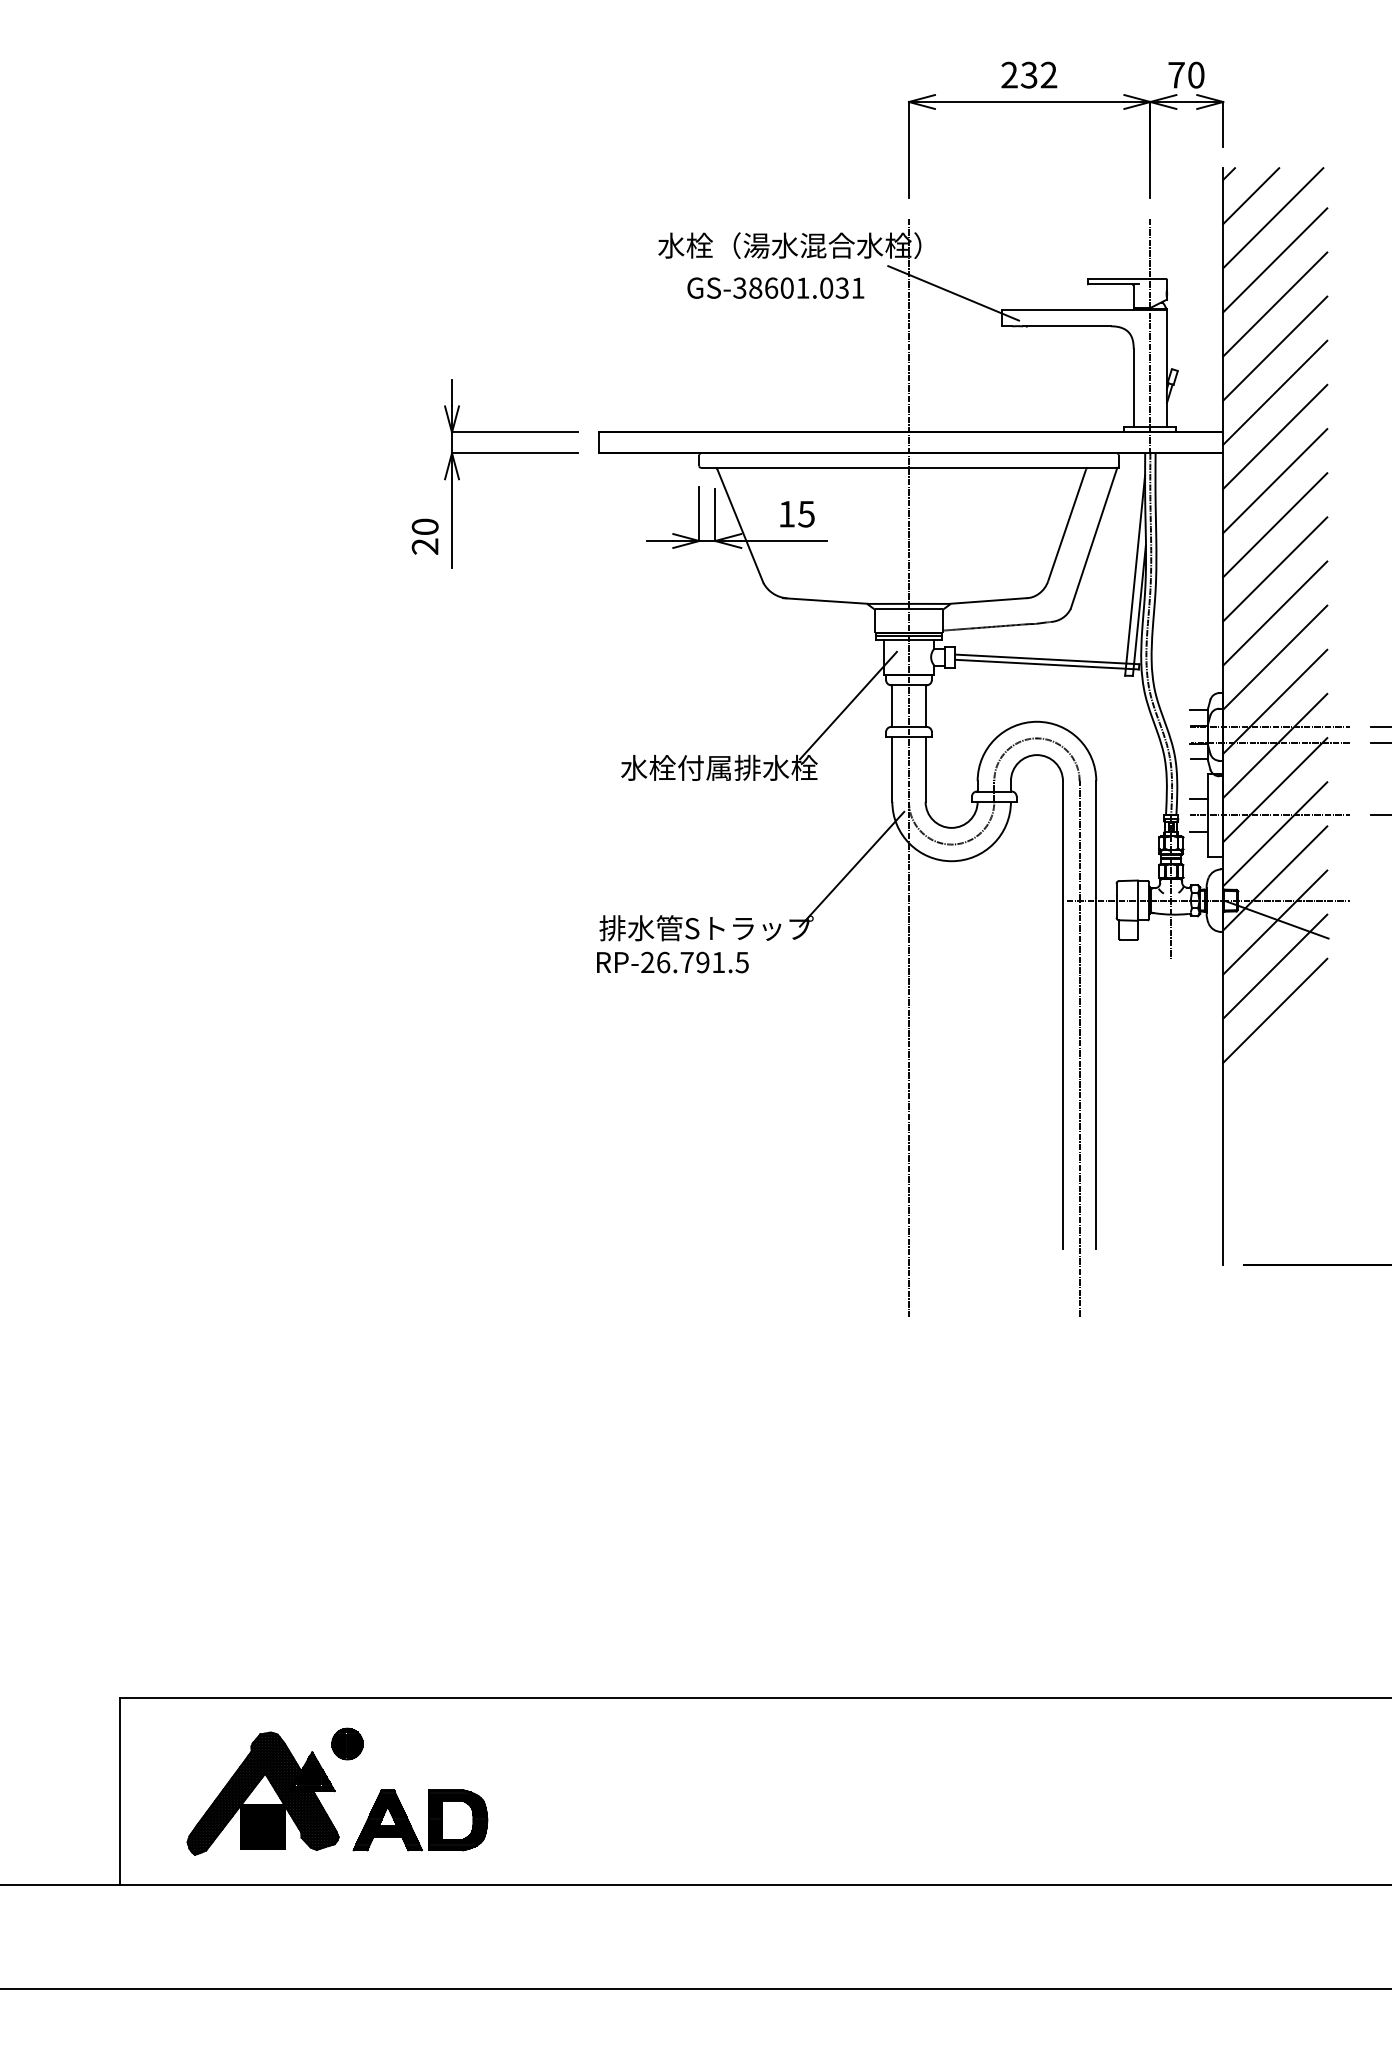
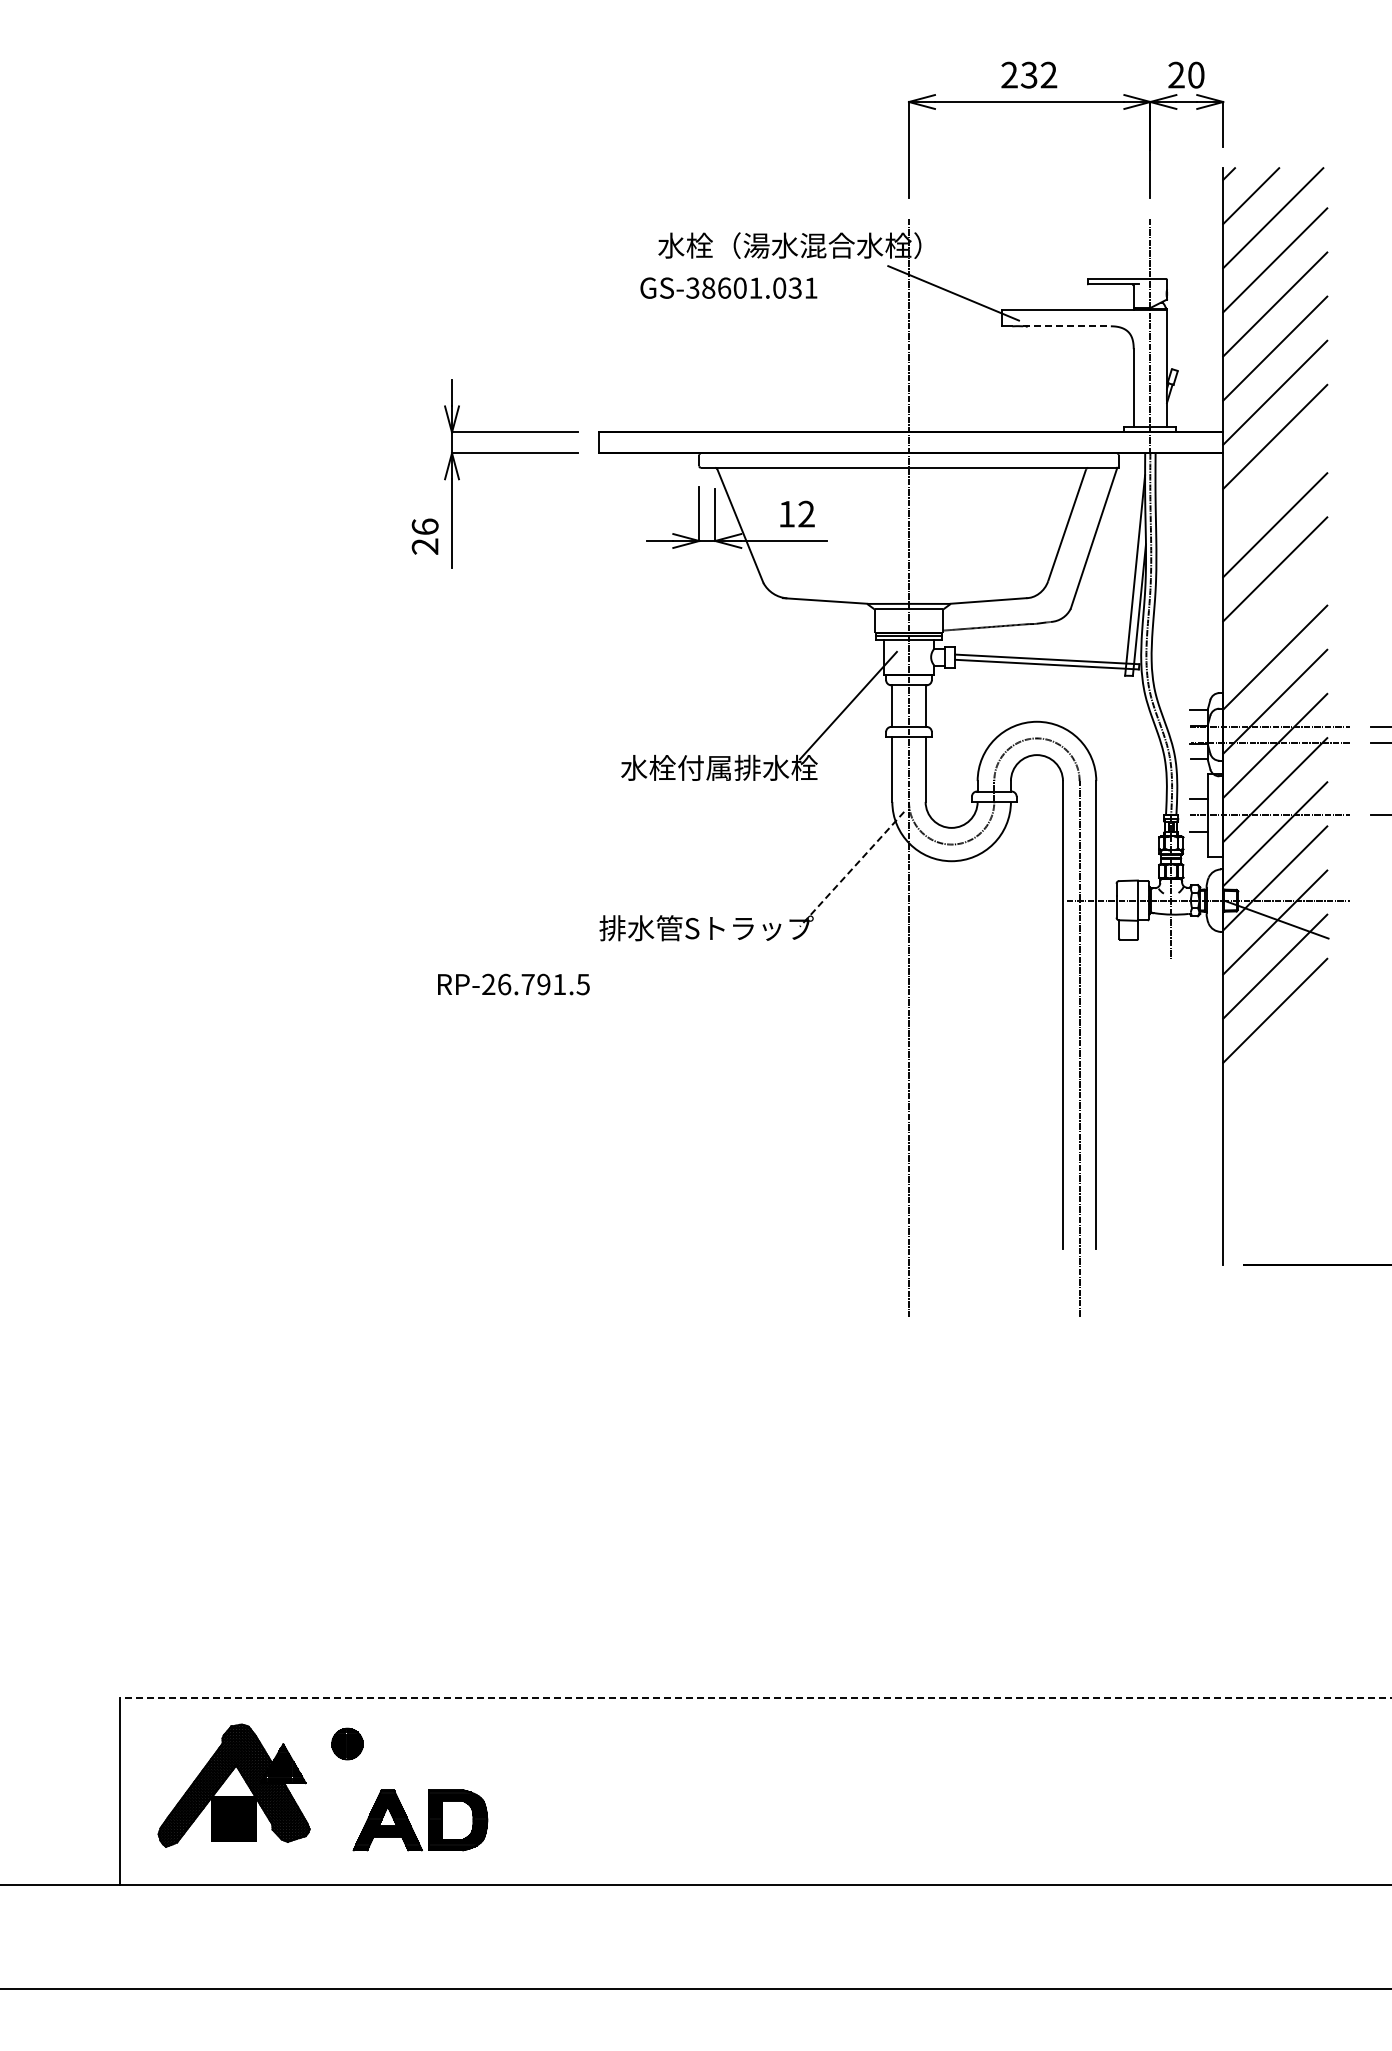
text at (1176, 74): 70 -> 20
text at (775, 287) position: (775, 287) -> (728, 287)
line at (1067, 326): solid -> dashed
line at (1275, 481): present -> none
text at (806, 513): 15 -> 12
text at (424, 526): 20 -> 26
line at (1275, 613): present -> none
line at (852, 869): solid -> dashed
text at (672, 962) position: (672, 962) -> (513, 984)
line at (756, 1698): solid -> dashed
part at (262, 1793) position: (262, 1793) -> (233, 1785)
